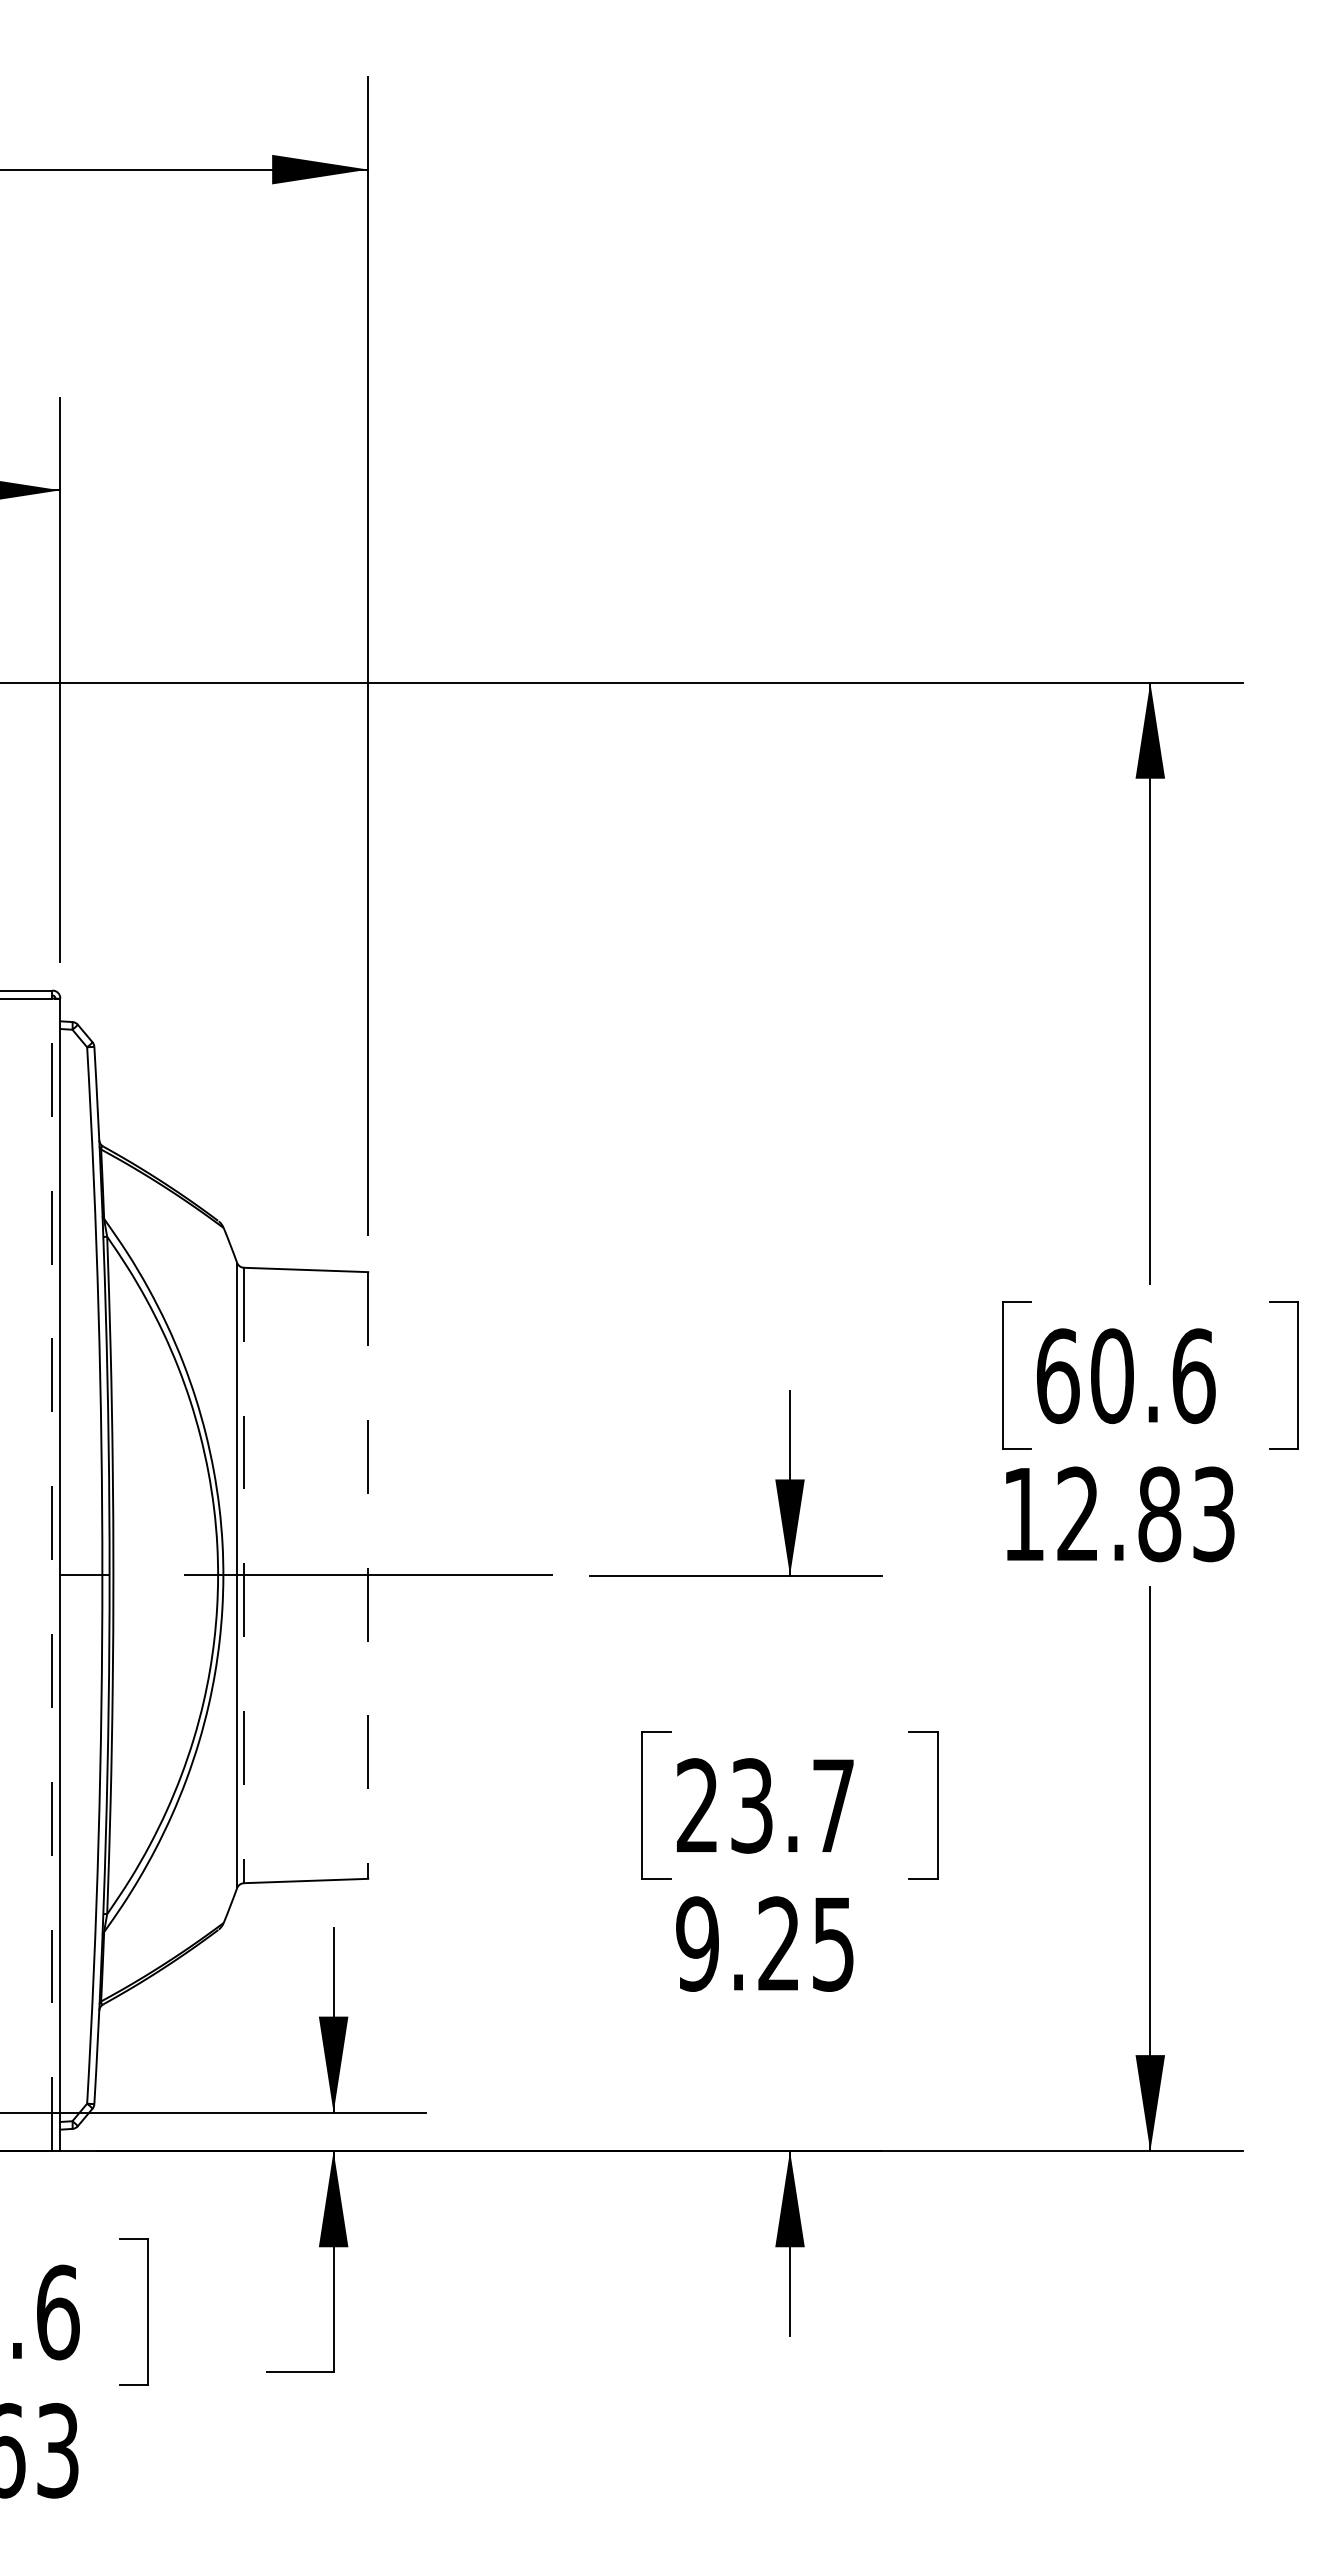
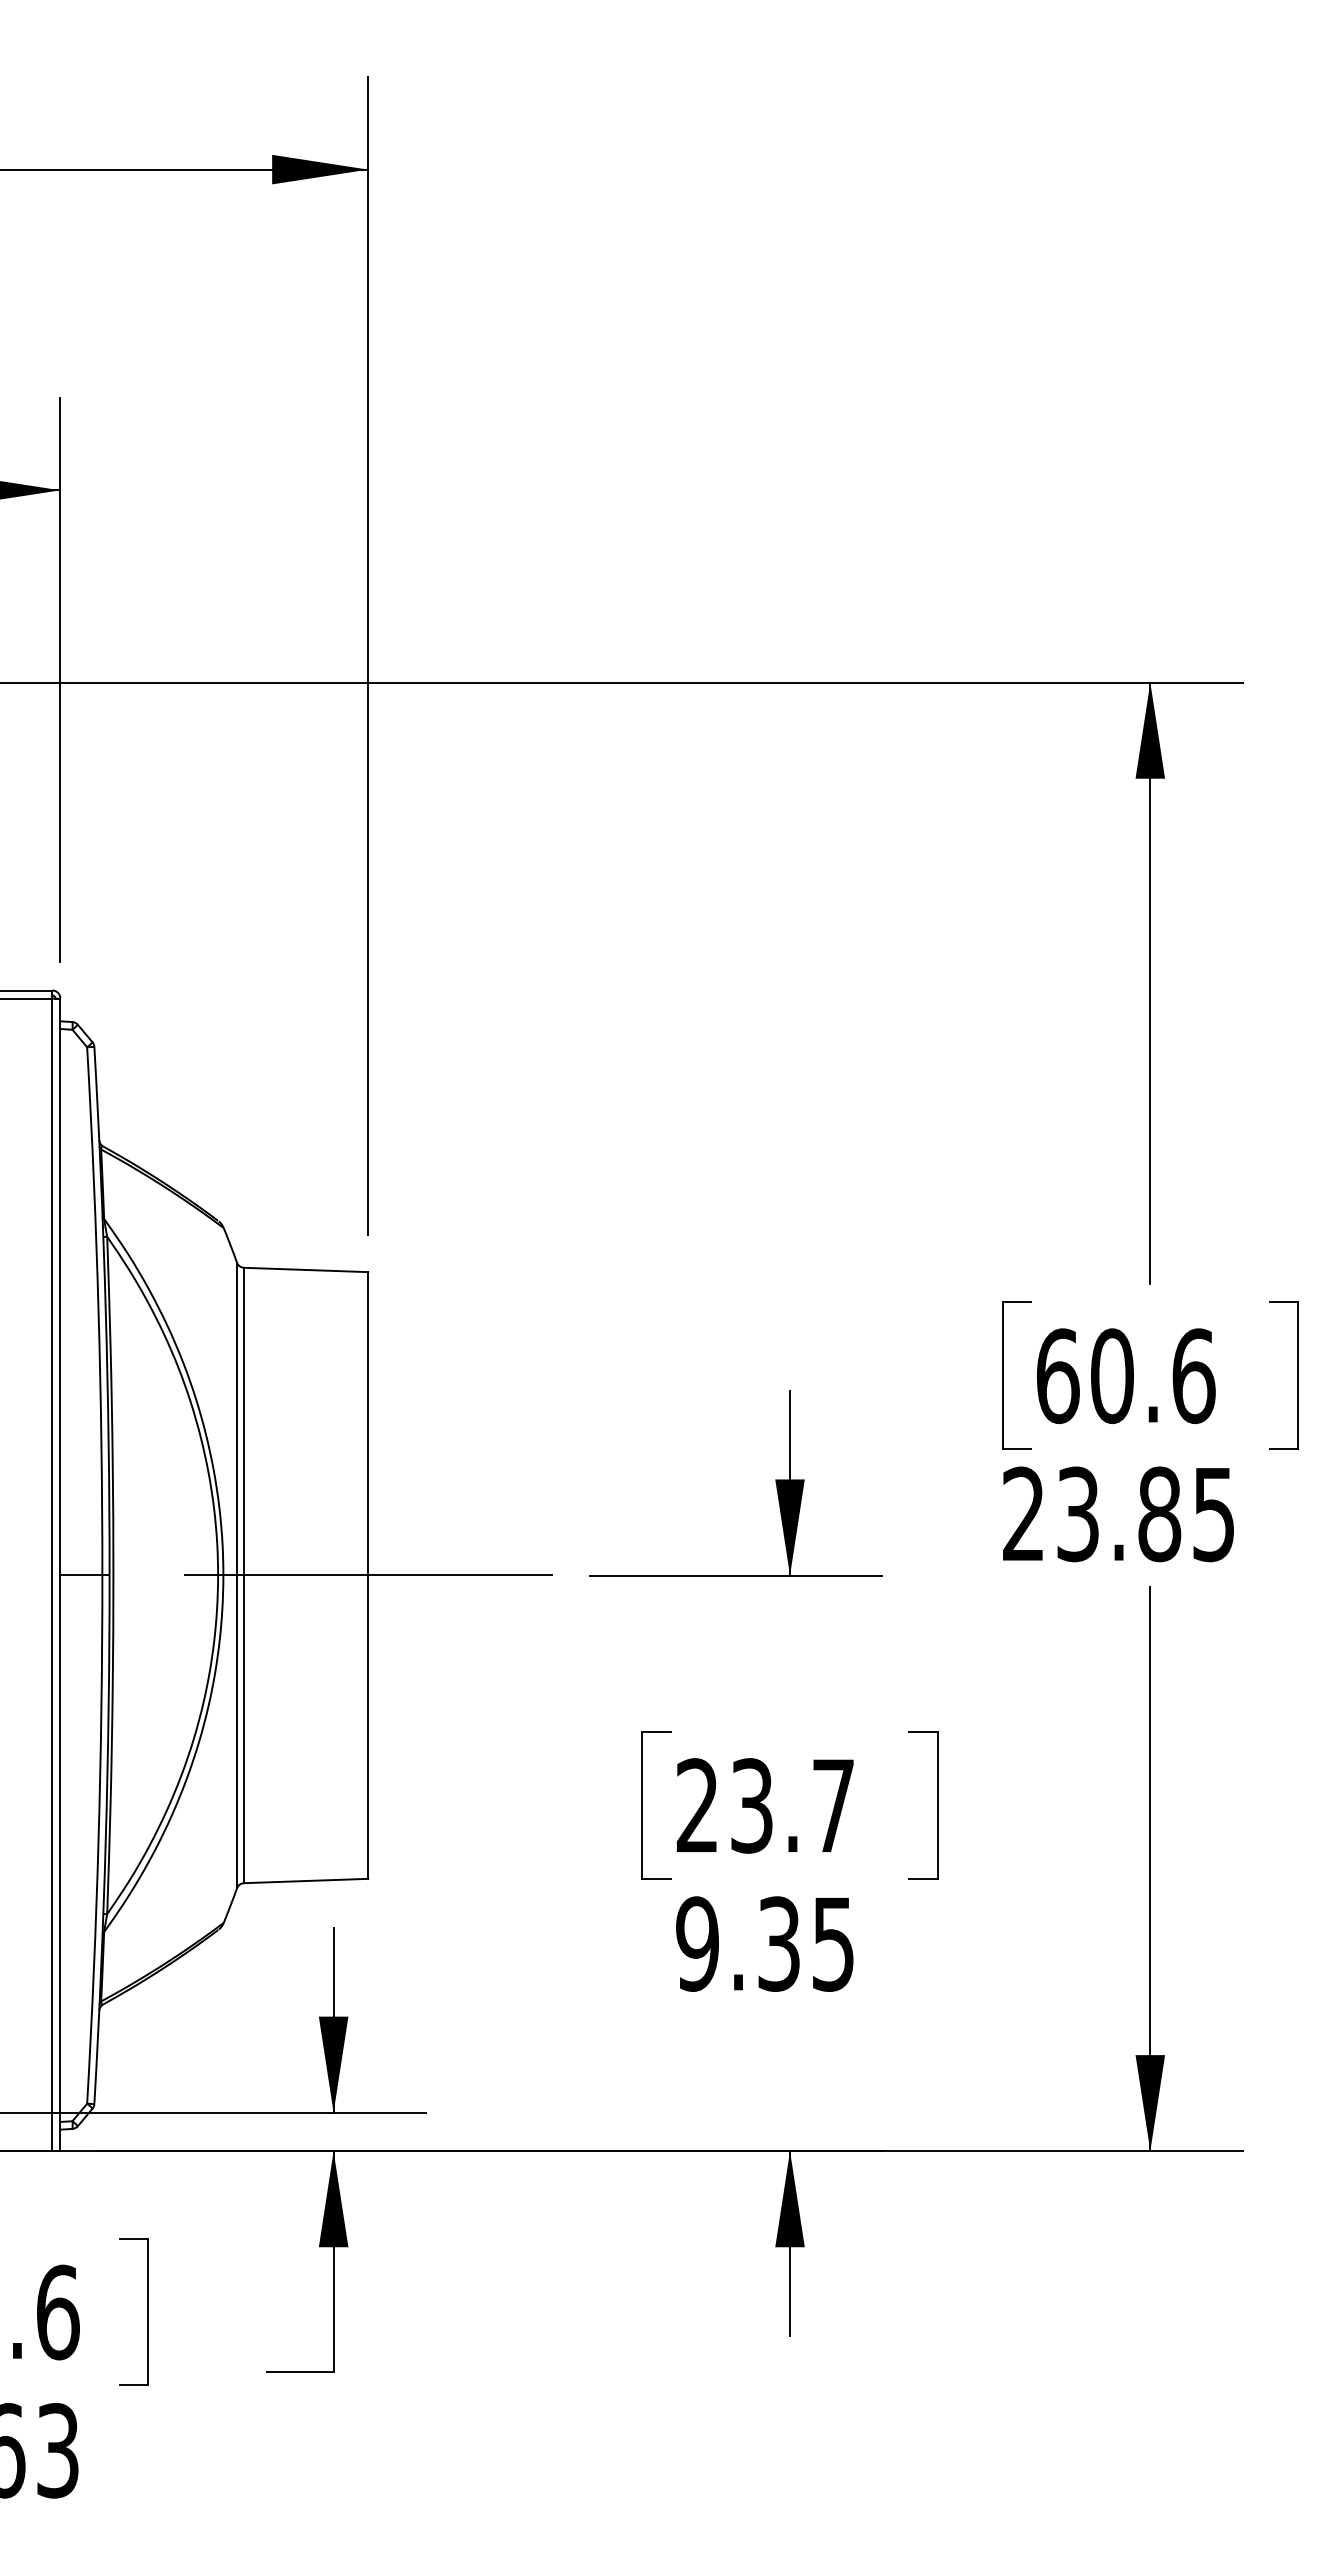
text at (1118, 1514): 12.83 -> 23.85
line at (52, 1574): dashed -> solid
line at (244, 1575): dashed -> solid
line at (368, 1575): dashed -> solid
text at (778, 1943): 9.25 -> 9.35
